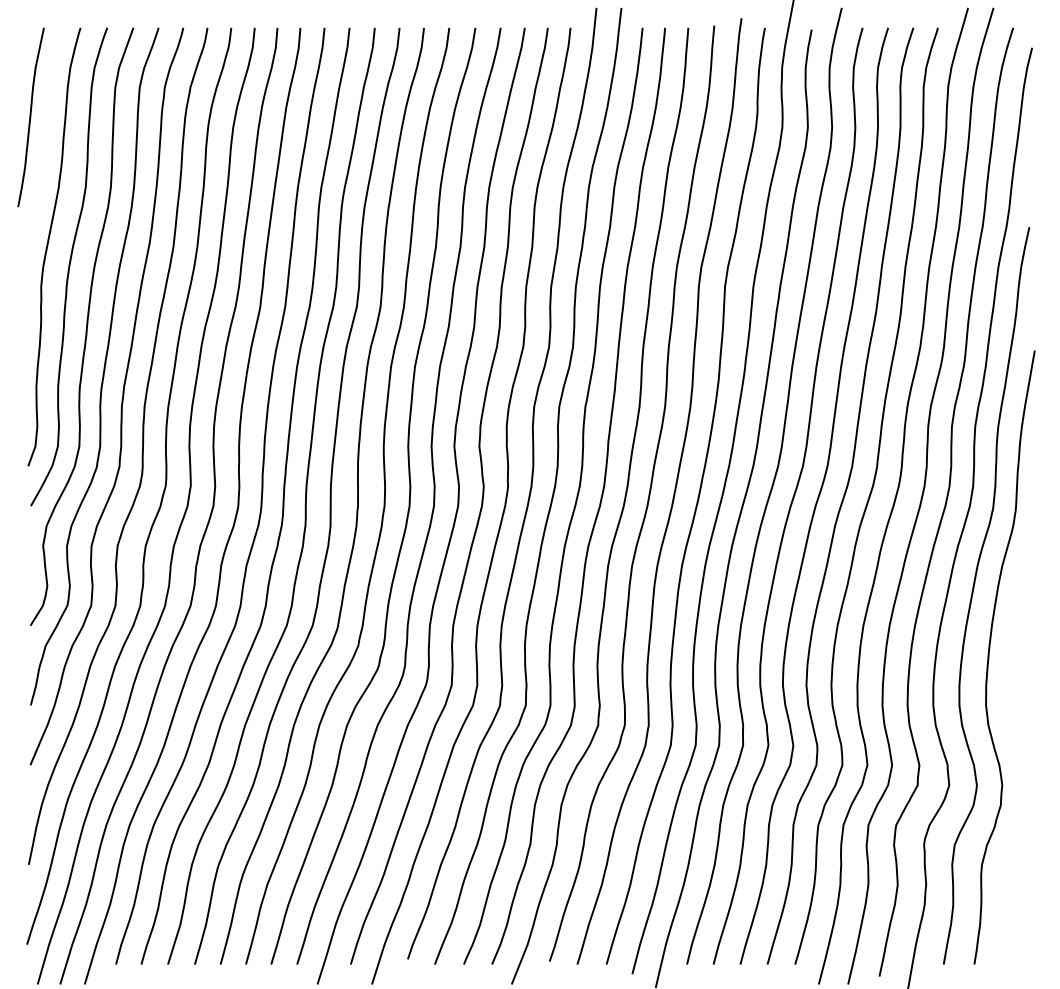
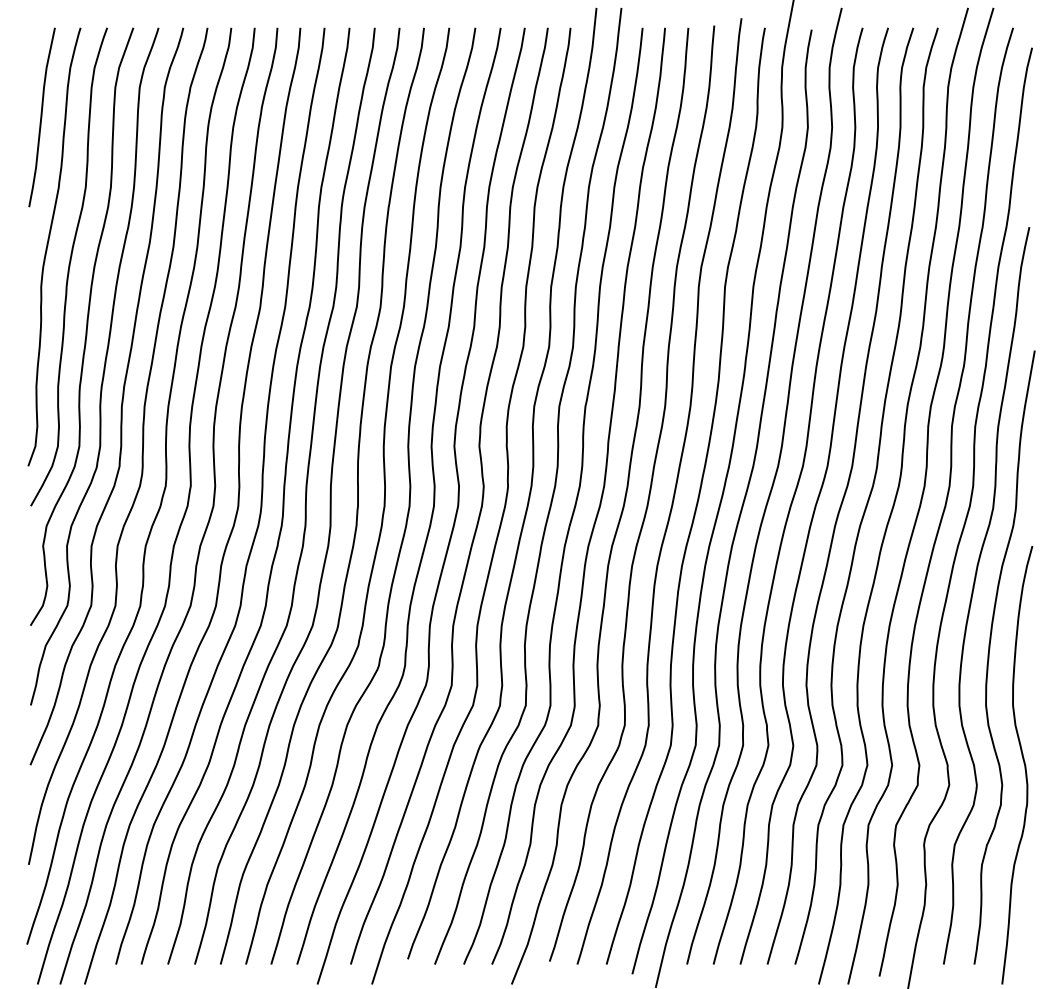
curve at (30, 117) position: (30, 117) -> (41, 117)
curve at (1023, 763): none -> present
